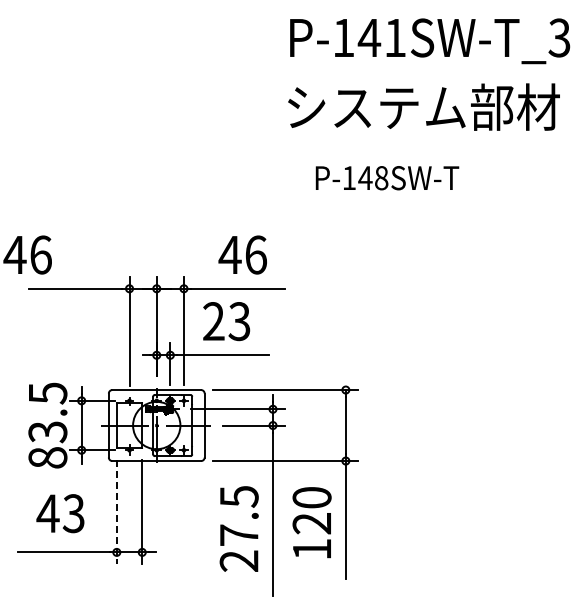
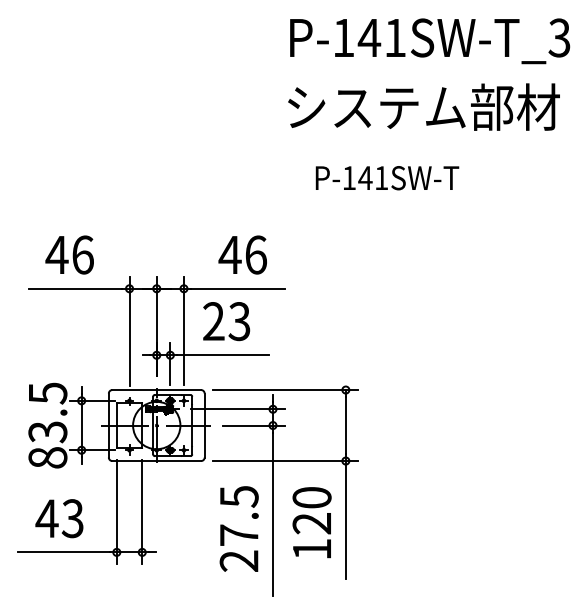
text at (381, 178): P-148SW-T -> P-141SW-T
text at (27, 254) position: (27, 254) -> (69, 254)
line at (116, 512): dashed -> solid
text at (60, 513) position: (60, 513) -> (59, 518)
